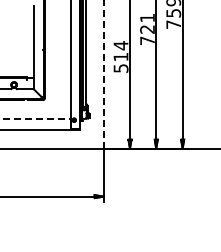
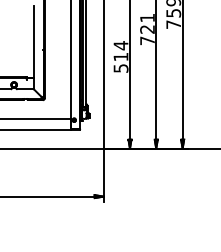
line at (103, 73): dashed -> solid
line at (35, 118): dashed -> solid
